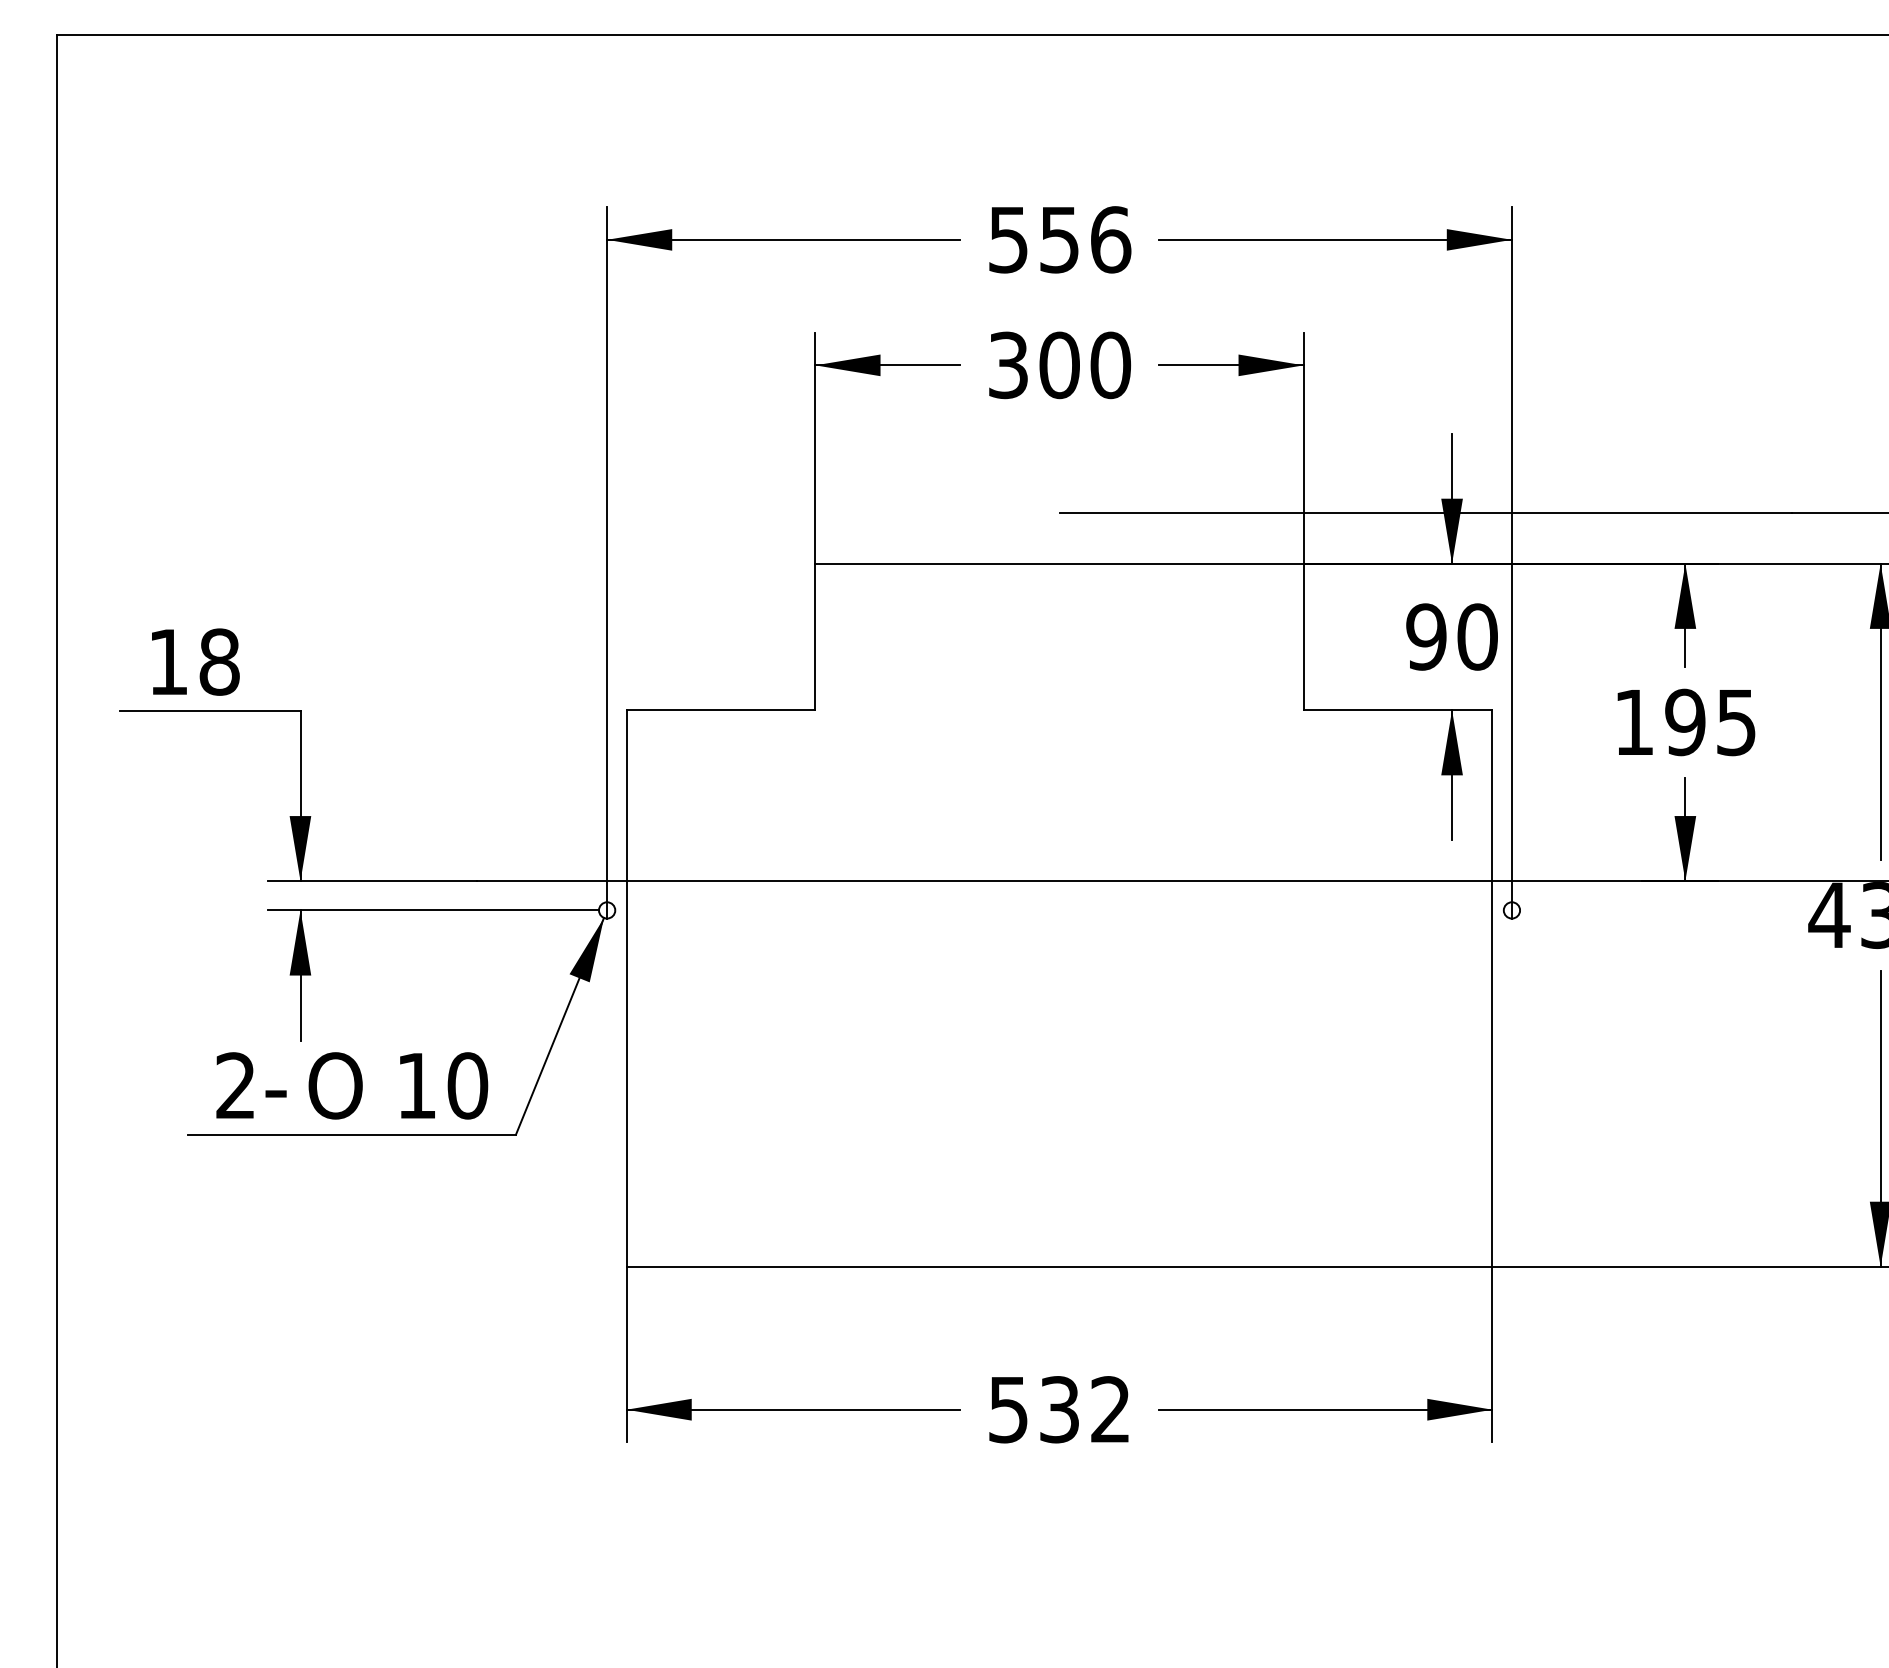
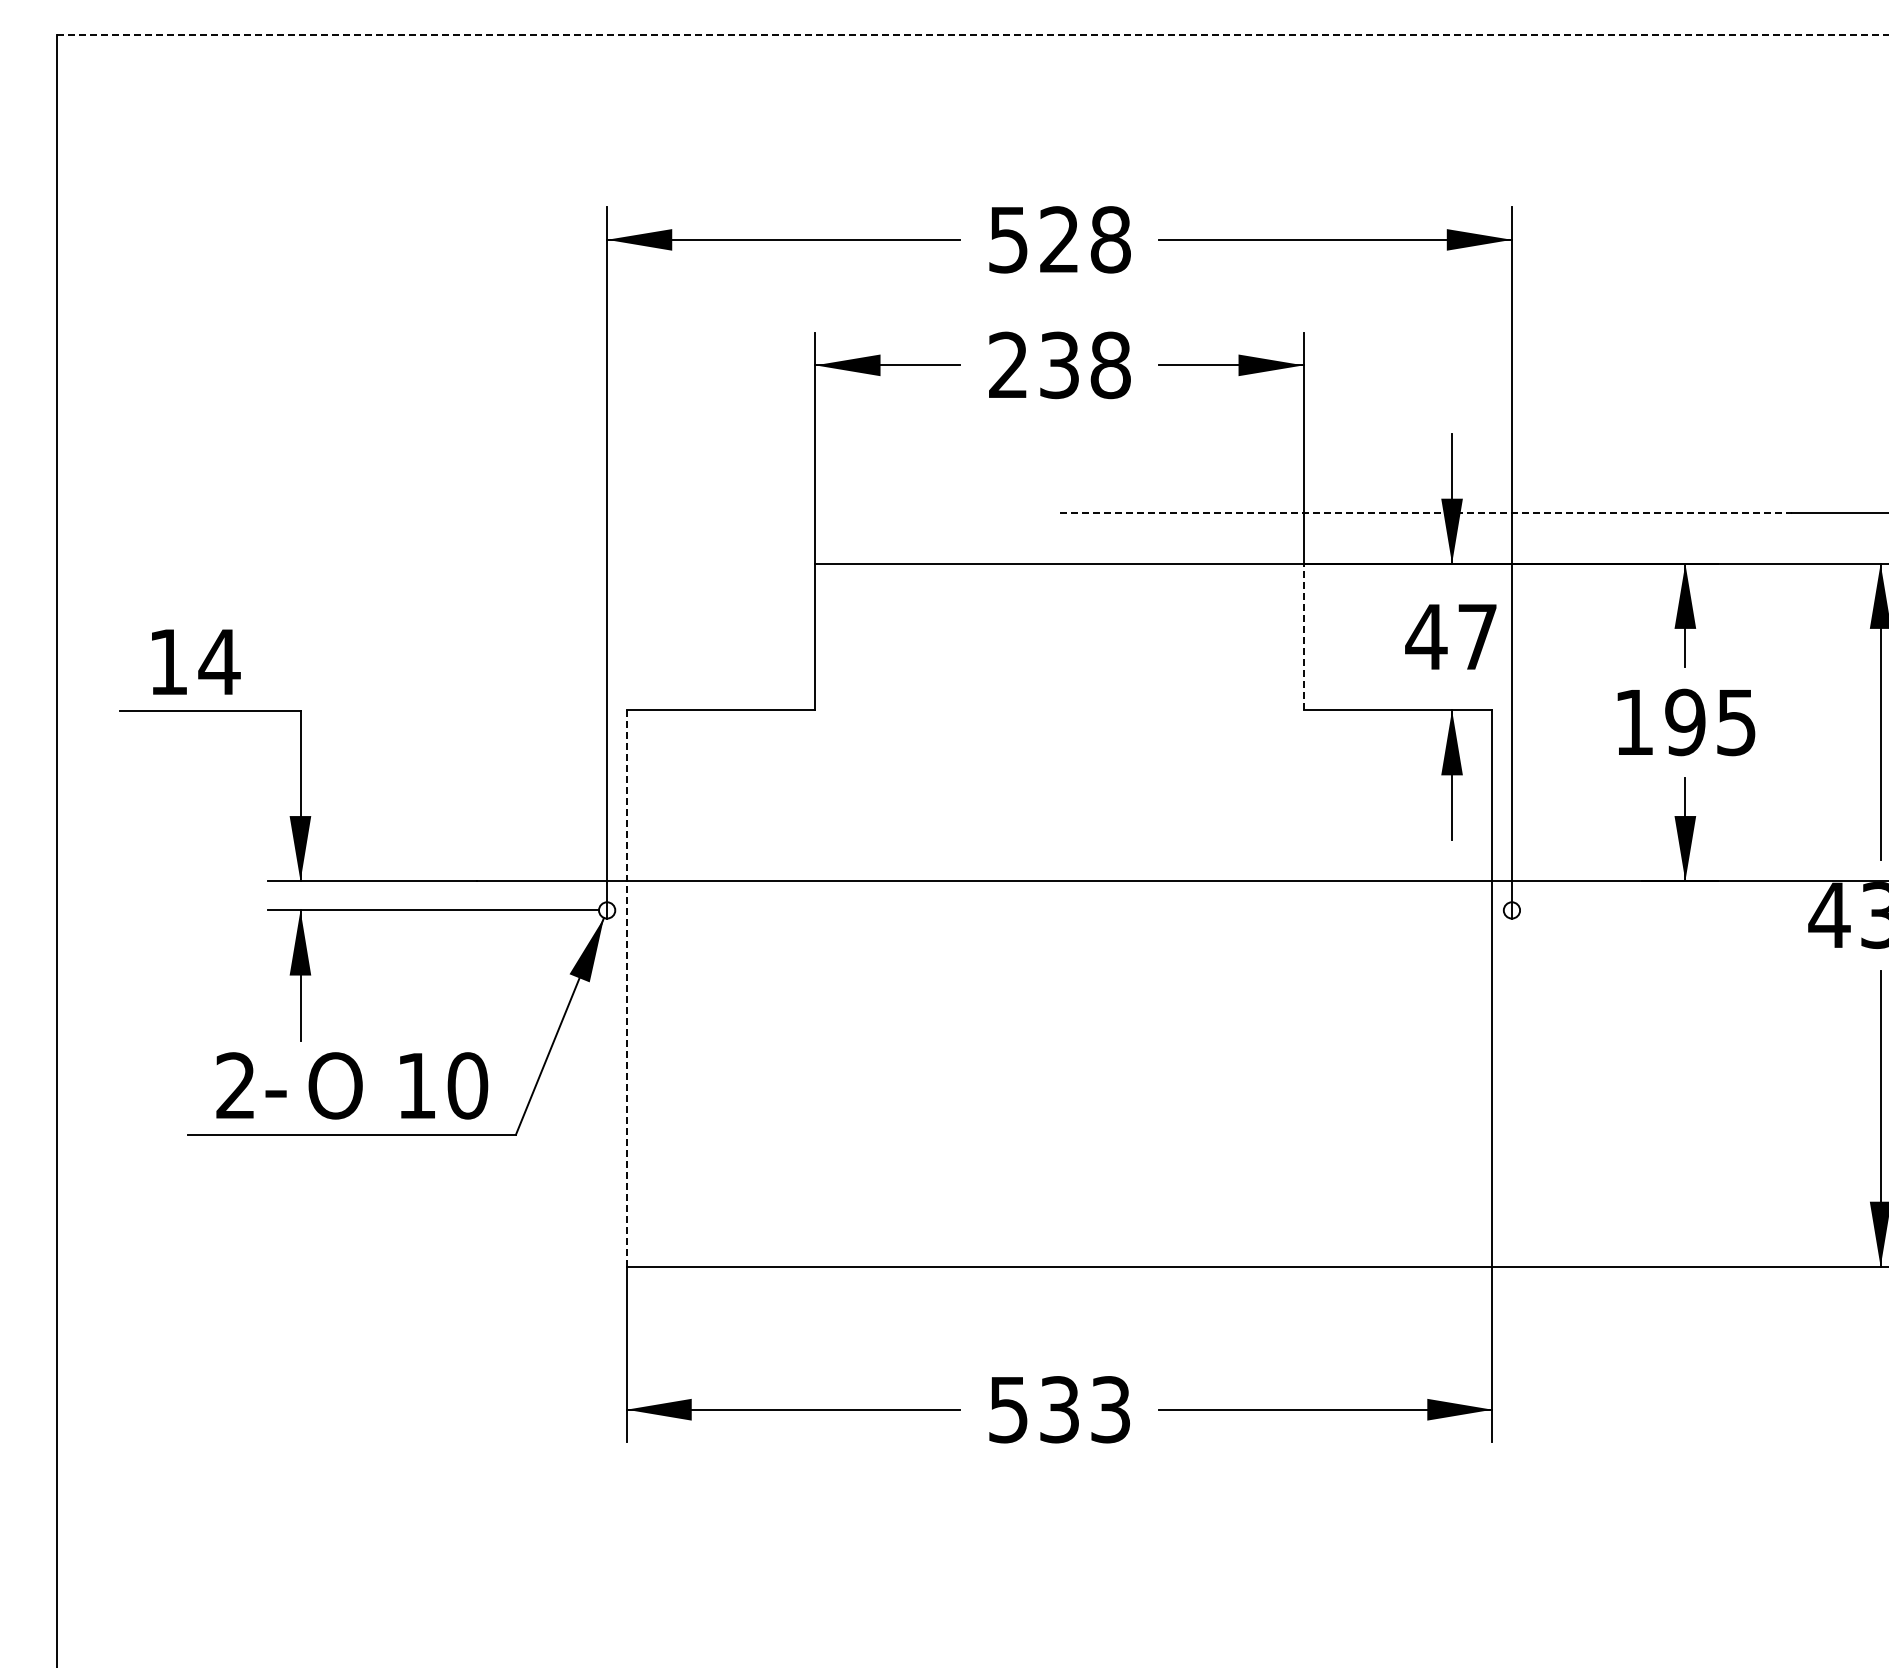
line at (973, 35): solid -> dashed
text at (1085, 239): 556 -> 528
text at (1060, 365): 300 -> 238
line at (1426, 513): solid -> dashed
line at (1303, 636): solid -> dashed
text at (1451, 636): 90 -> 47
text at (219, 661): 18 -> 14
line at (626, 989): solid -> dashed
text at (1110, 1409): 532 -> 533
